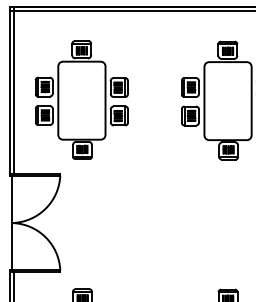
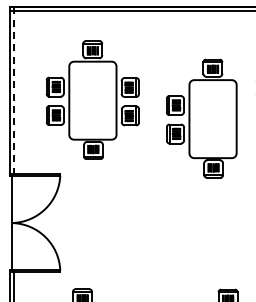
line at (14, 92): solid -> dashed
part at (81, 99) position: (81, 99) -> (92, 99)
part at (216, 100) position: (216, 100) -> (201, 118)
